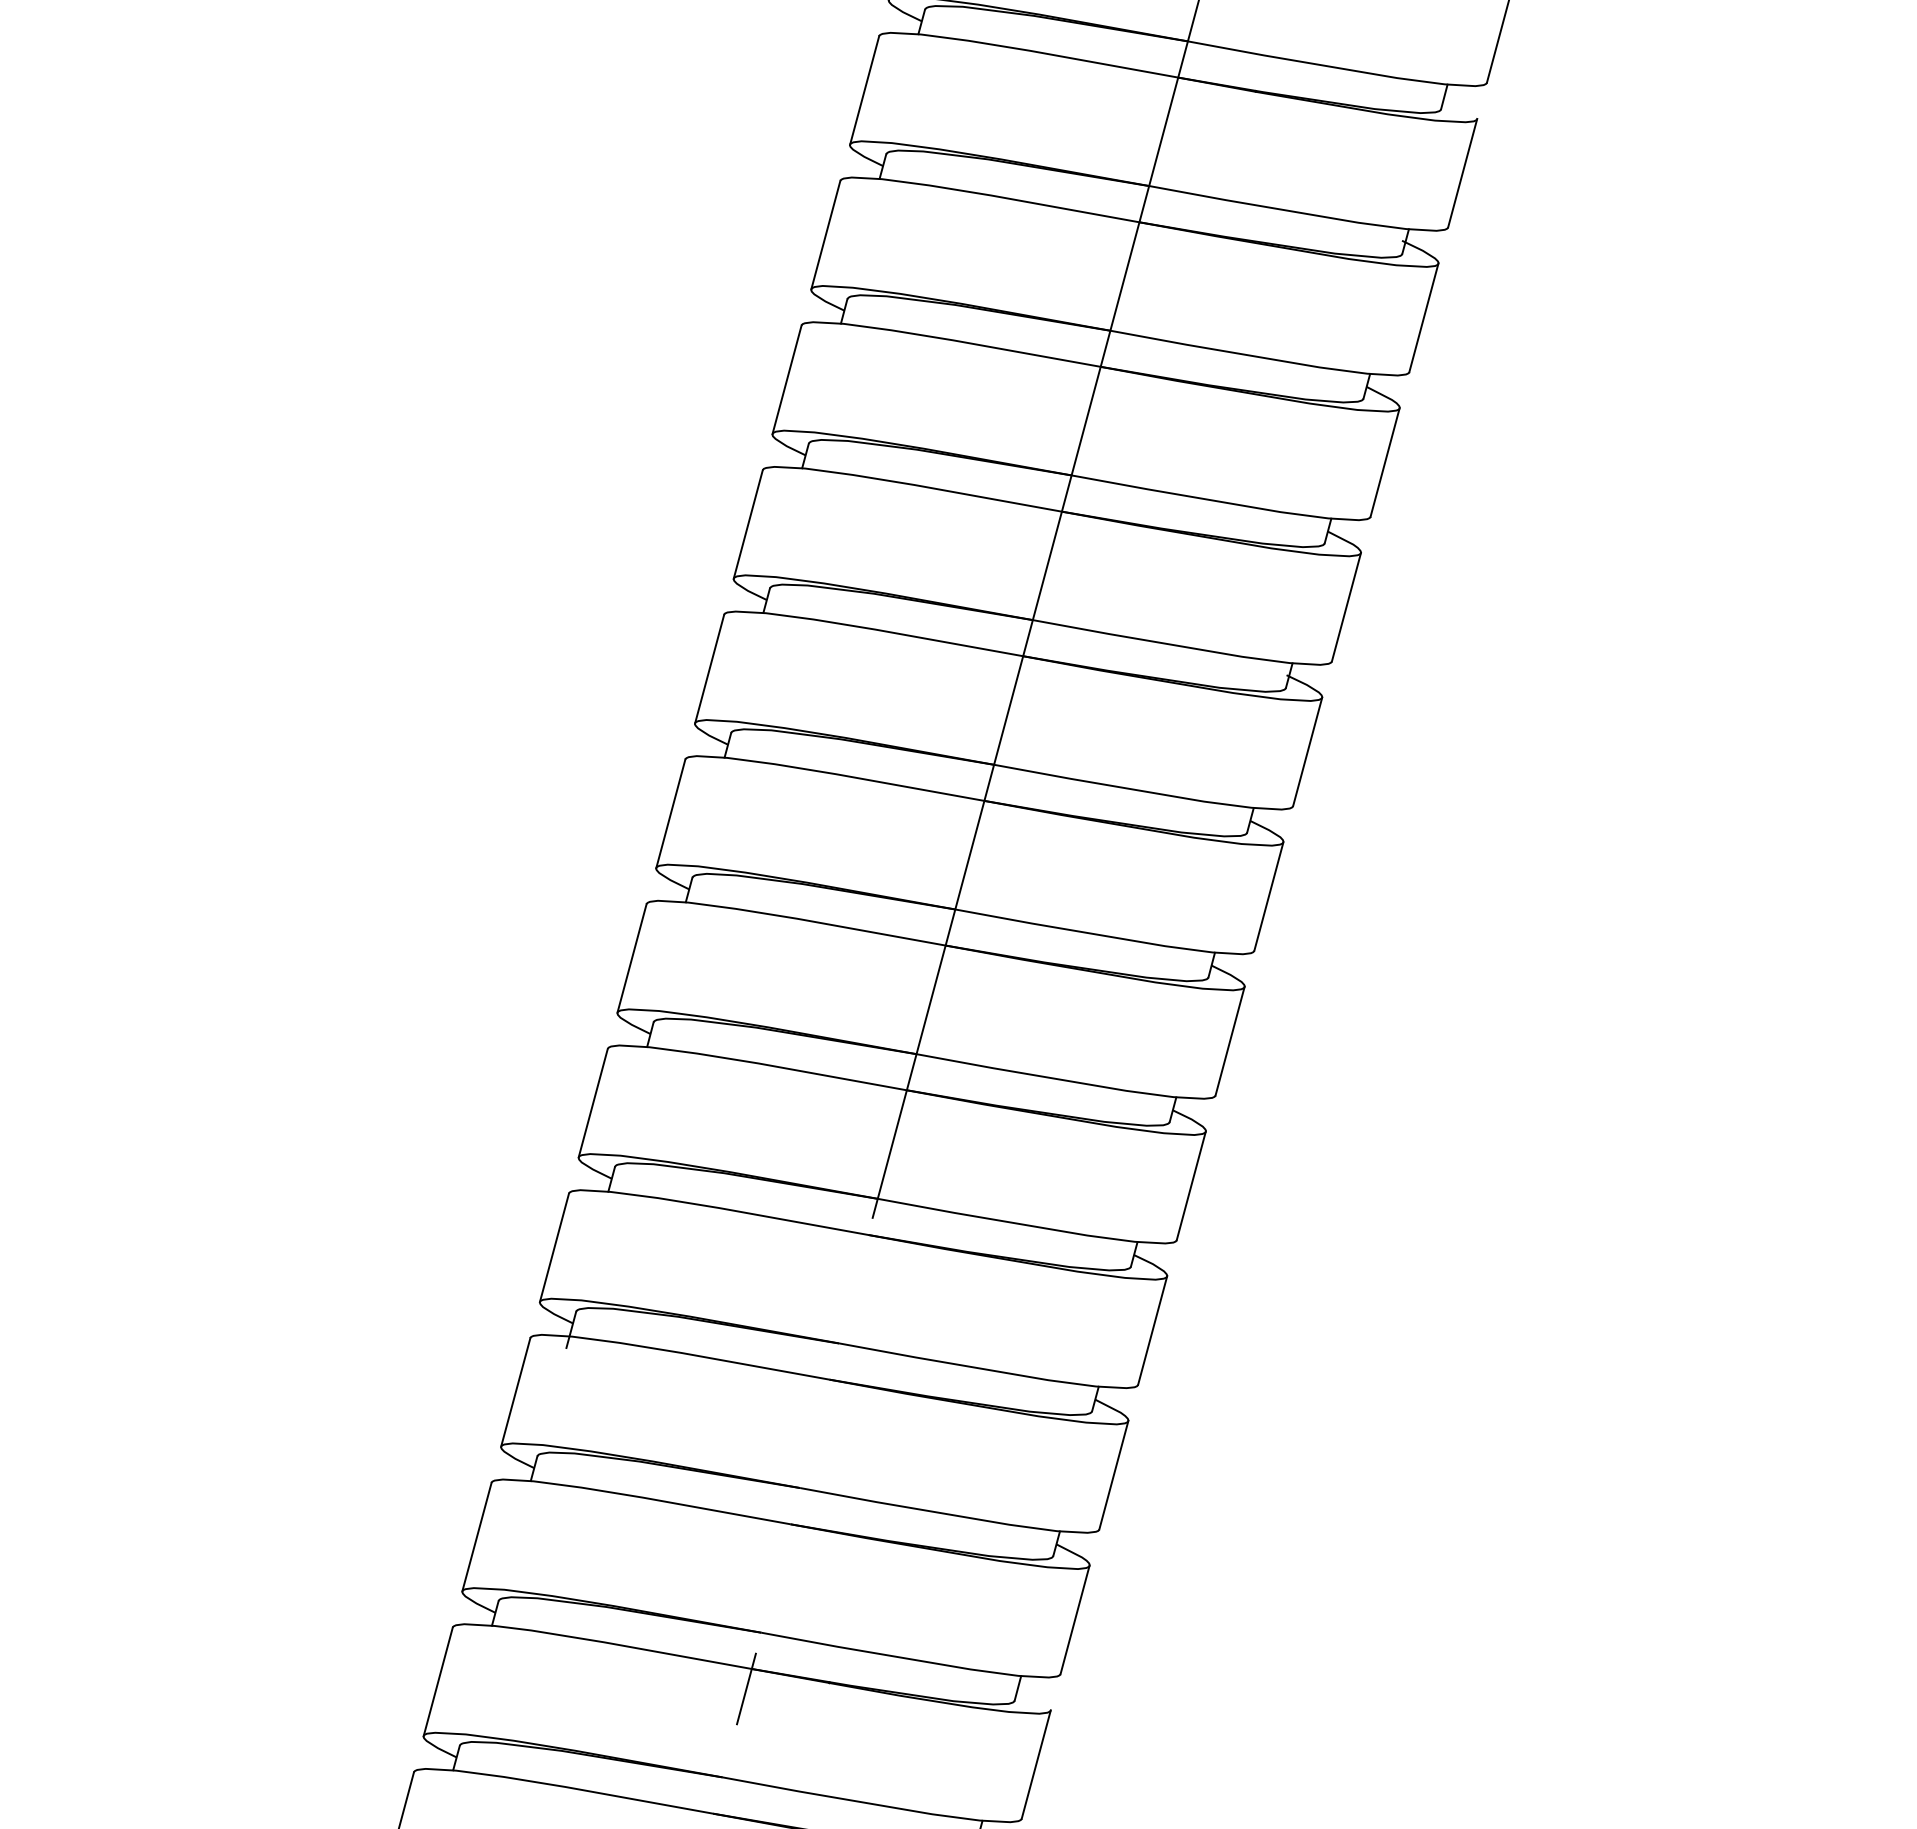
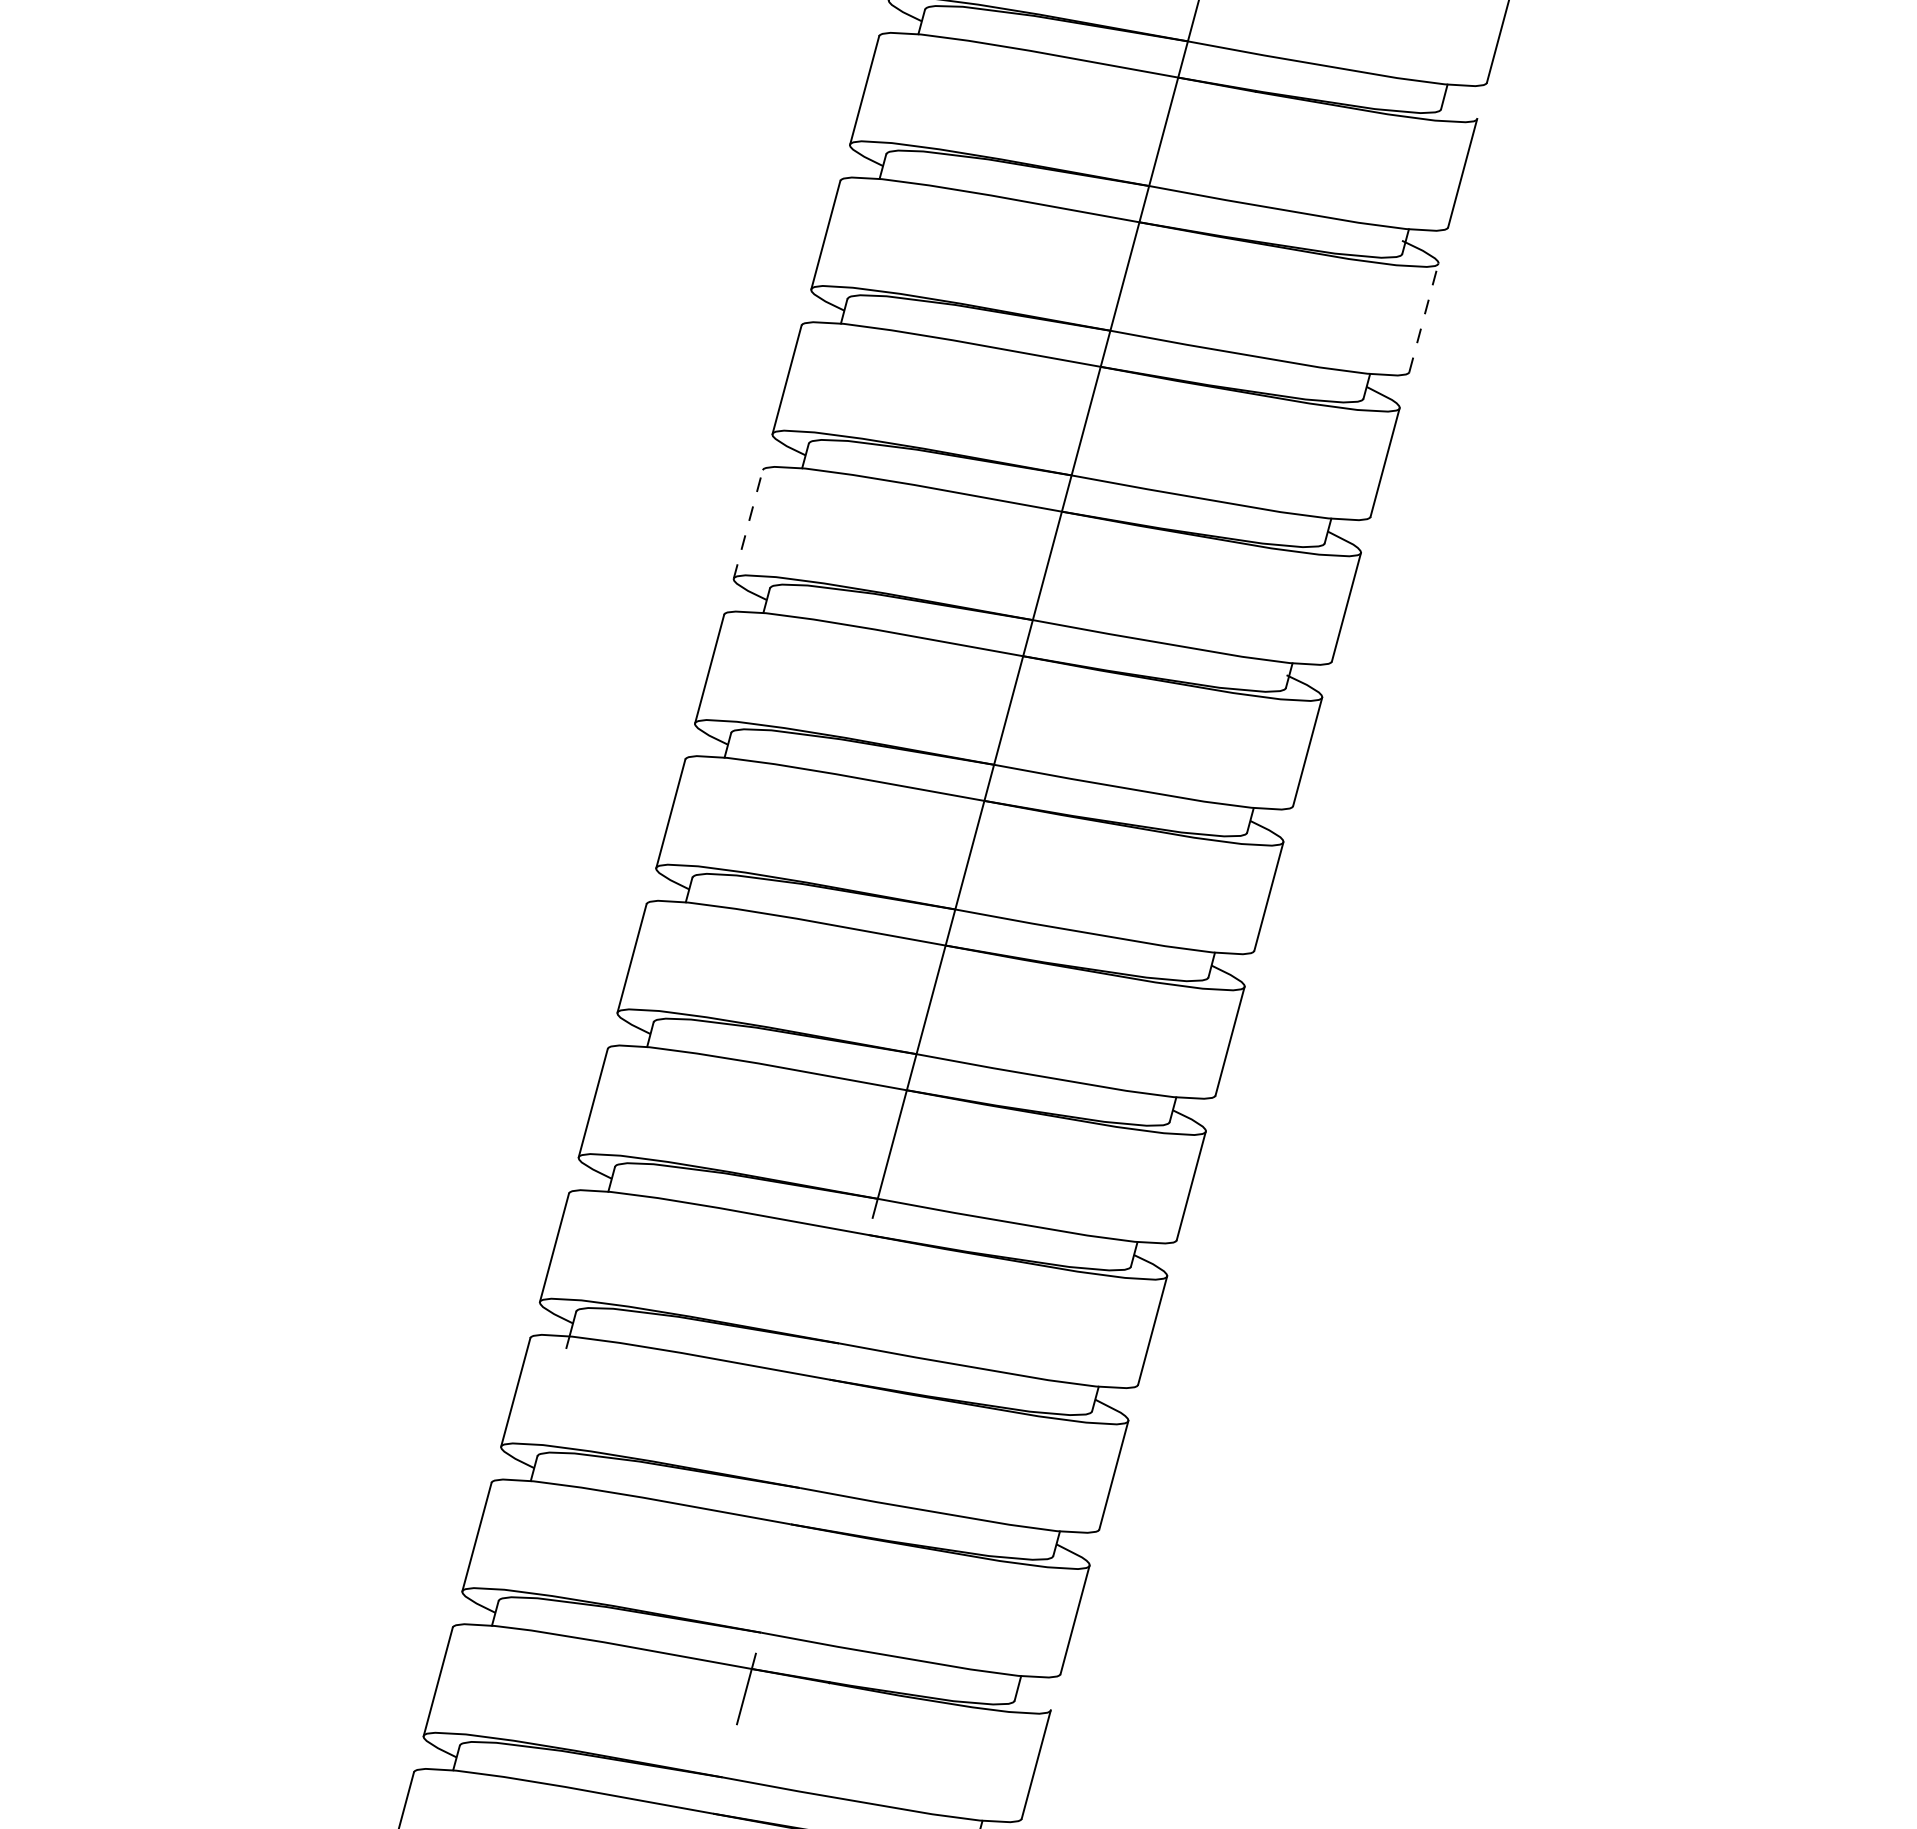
line at (1424, 317): solid -> dashed
line at (748, 524): solid -> dashed
